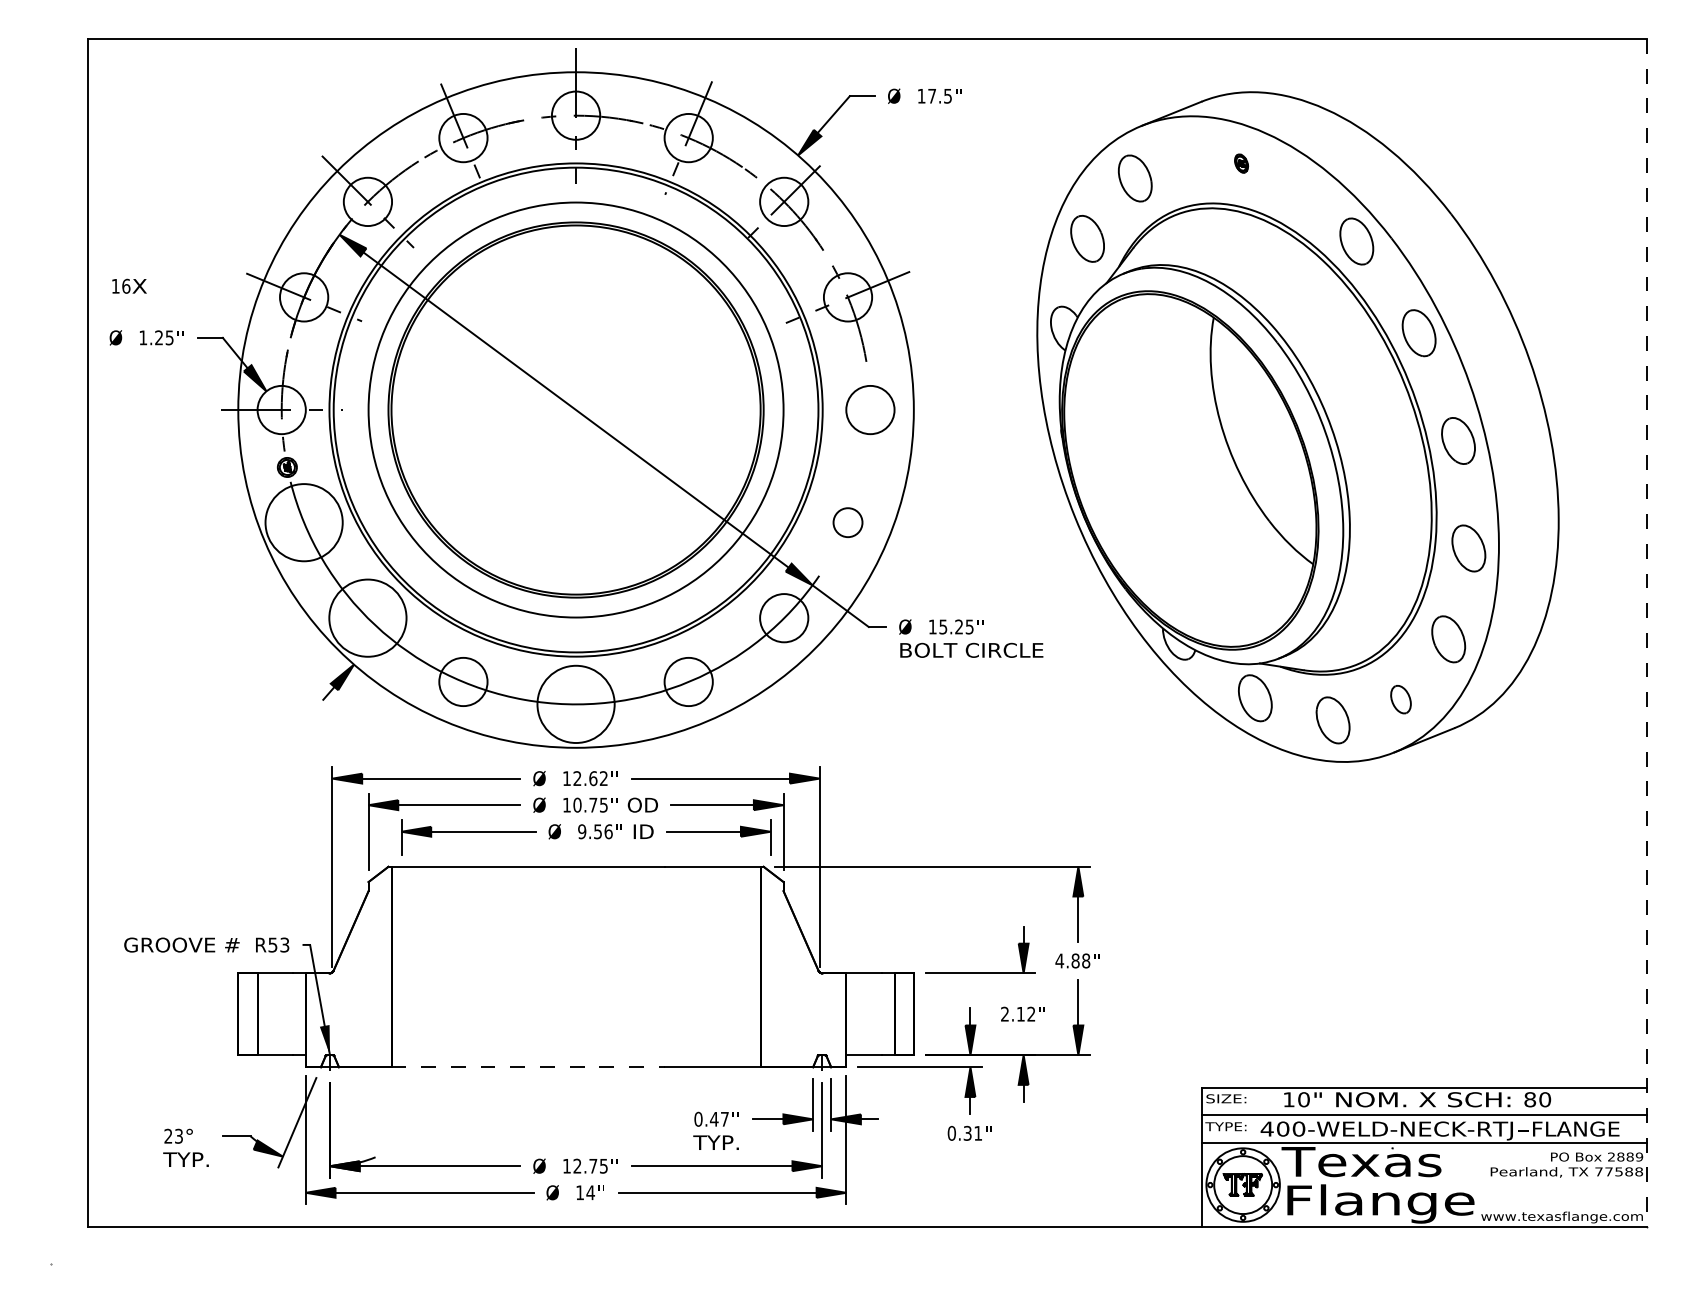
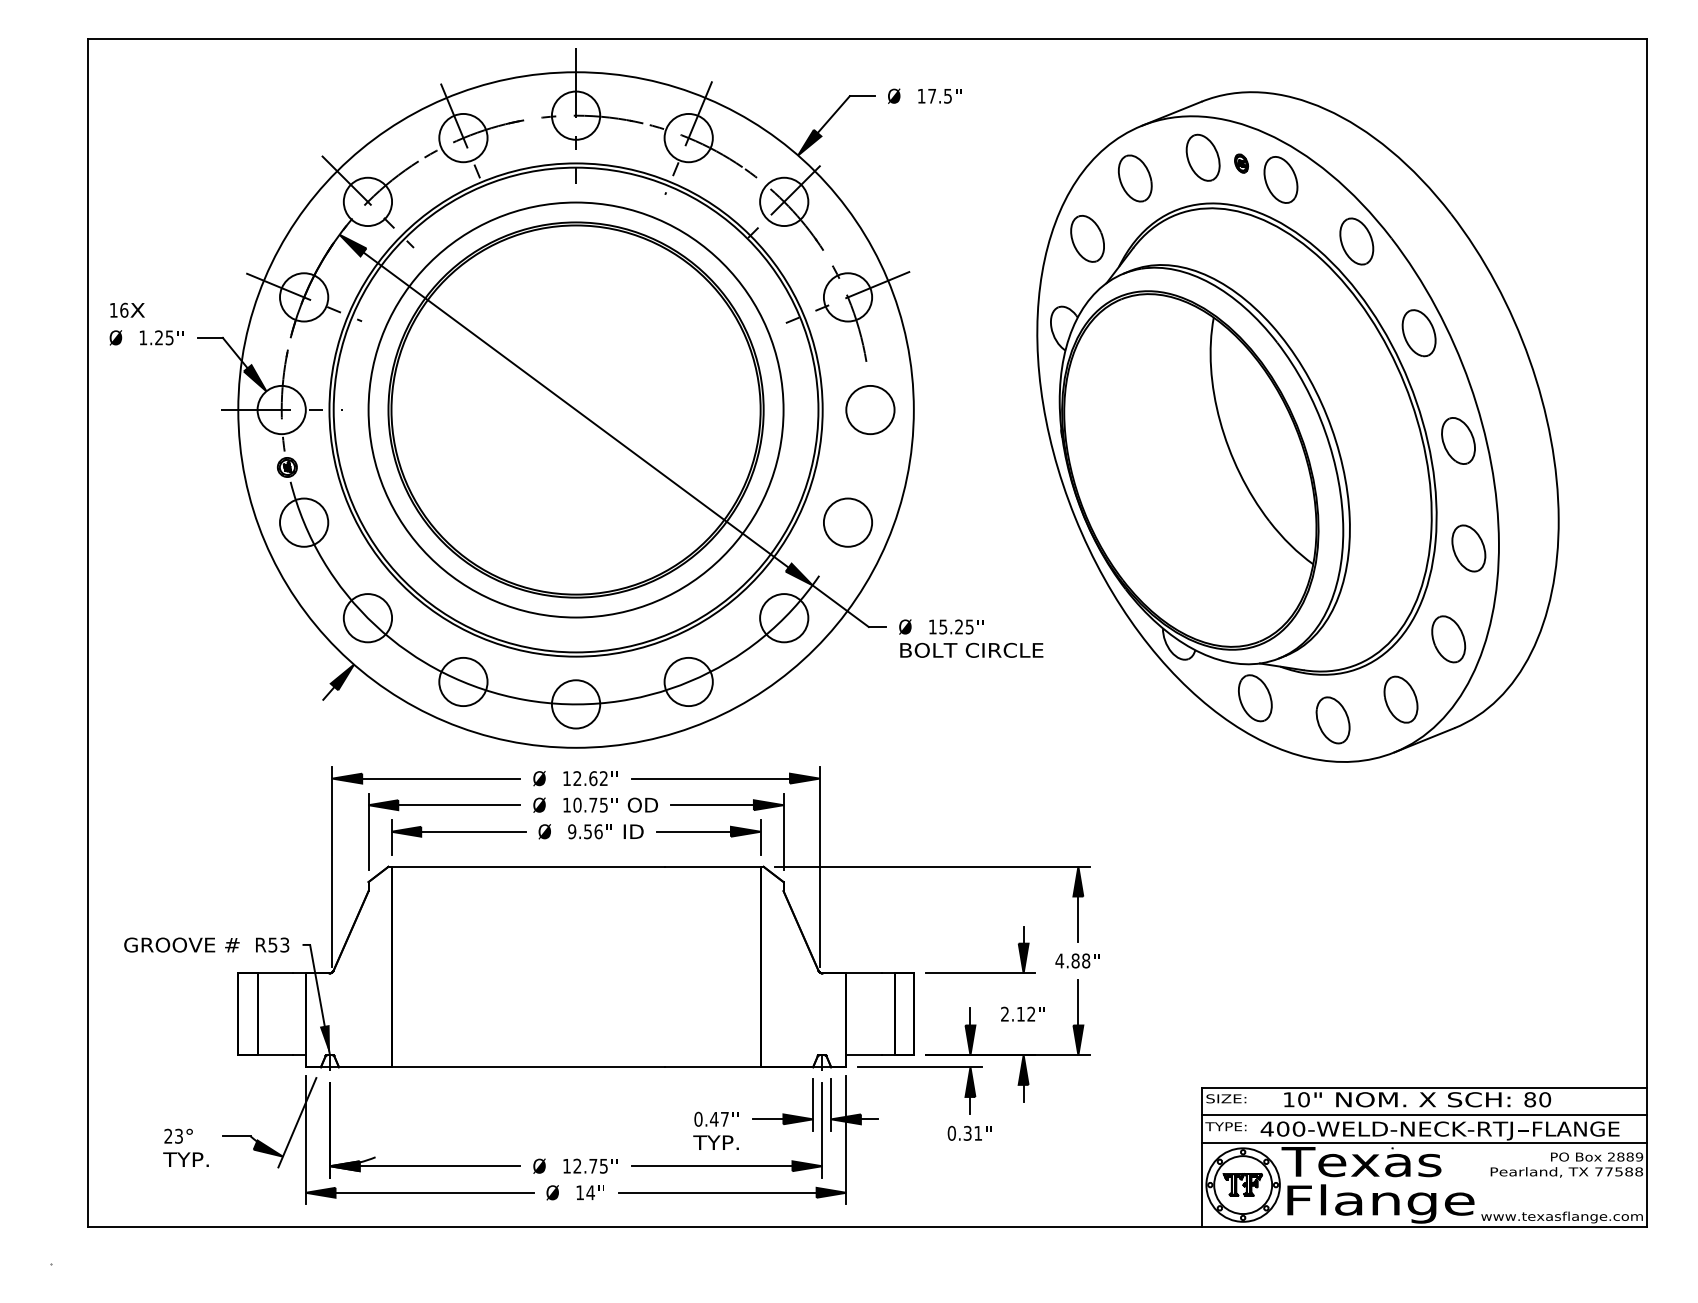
part at (1202, 157): none -> present
part at (1280, 179): none -> present
text at (129, 285) position: (129, 285) -> (127, 309)
circle at (303, 522) diameter: 77 px -> 48 px
circle at (847, 522) diameter: 29 px -> 48 px
circle at (367, 617) diameter: 77 px -> 48 px
line at (1647, 632): dashed -> solid
part at (1400, 699) size: 22x30 px -> 36x49 px
circle at (575, 704) diameter: 77 px -> 48 px
part at (586, 837) position: (586, 837) -> (576, 837)
line at (528, 1067): dashed -> solid
